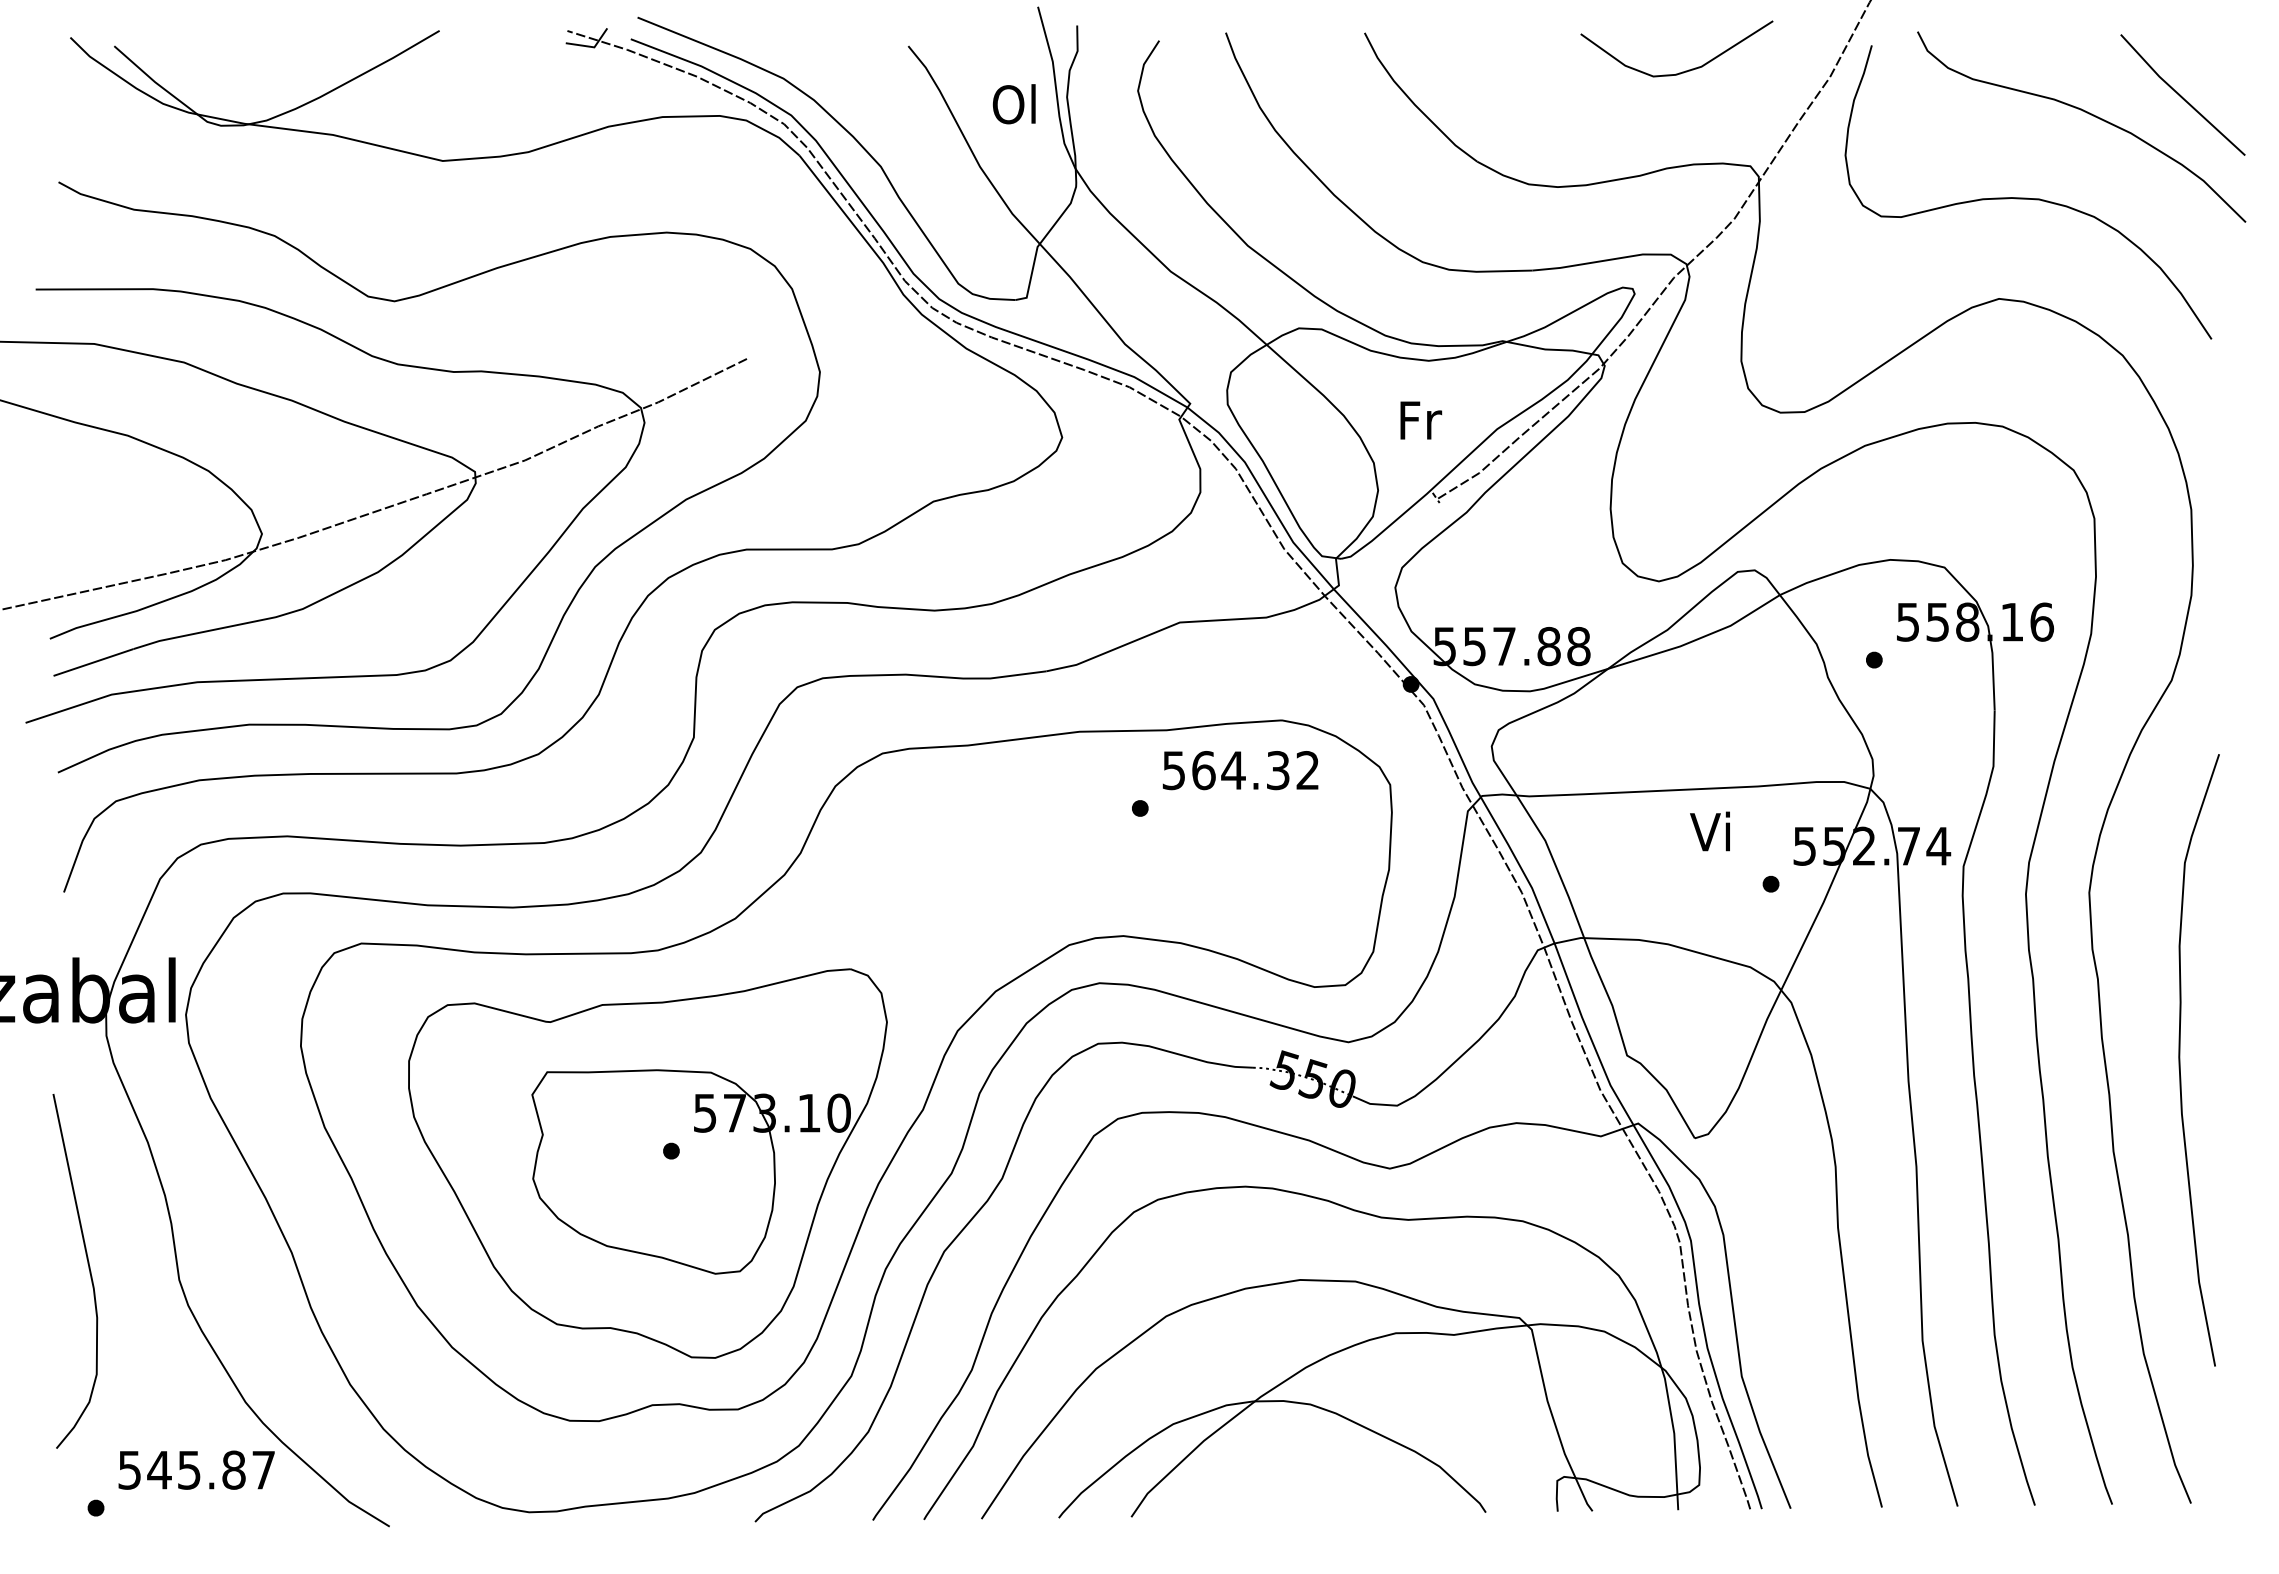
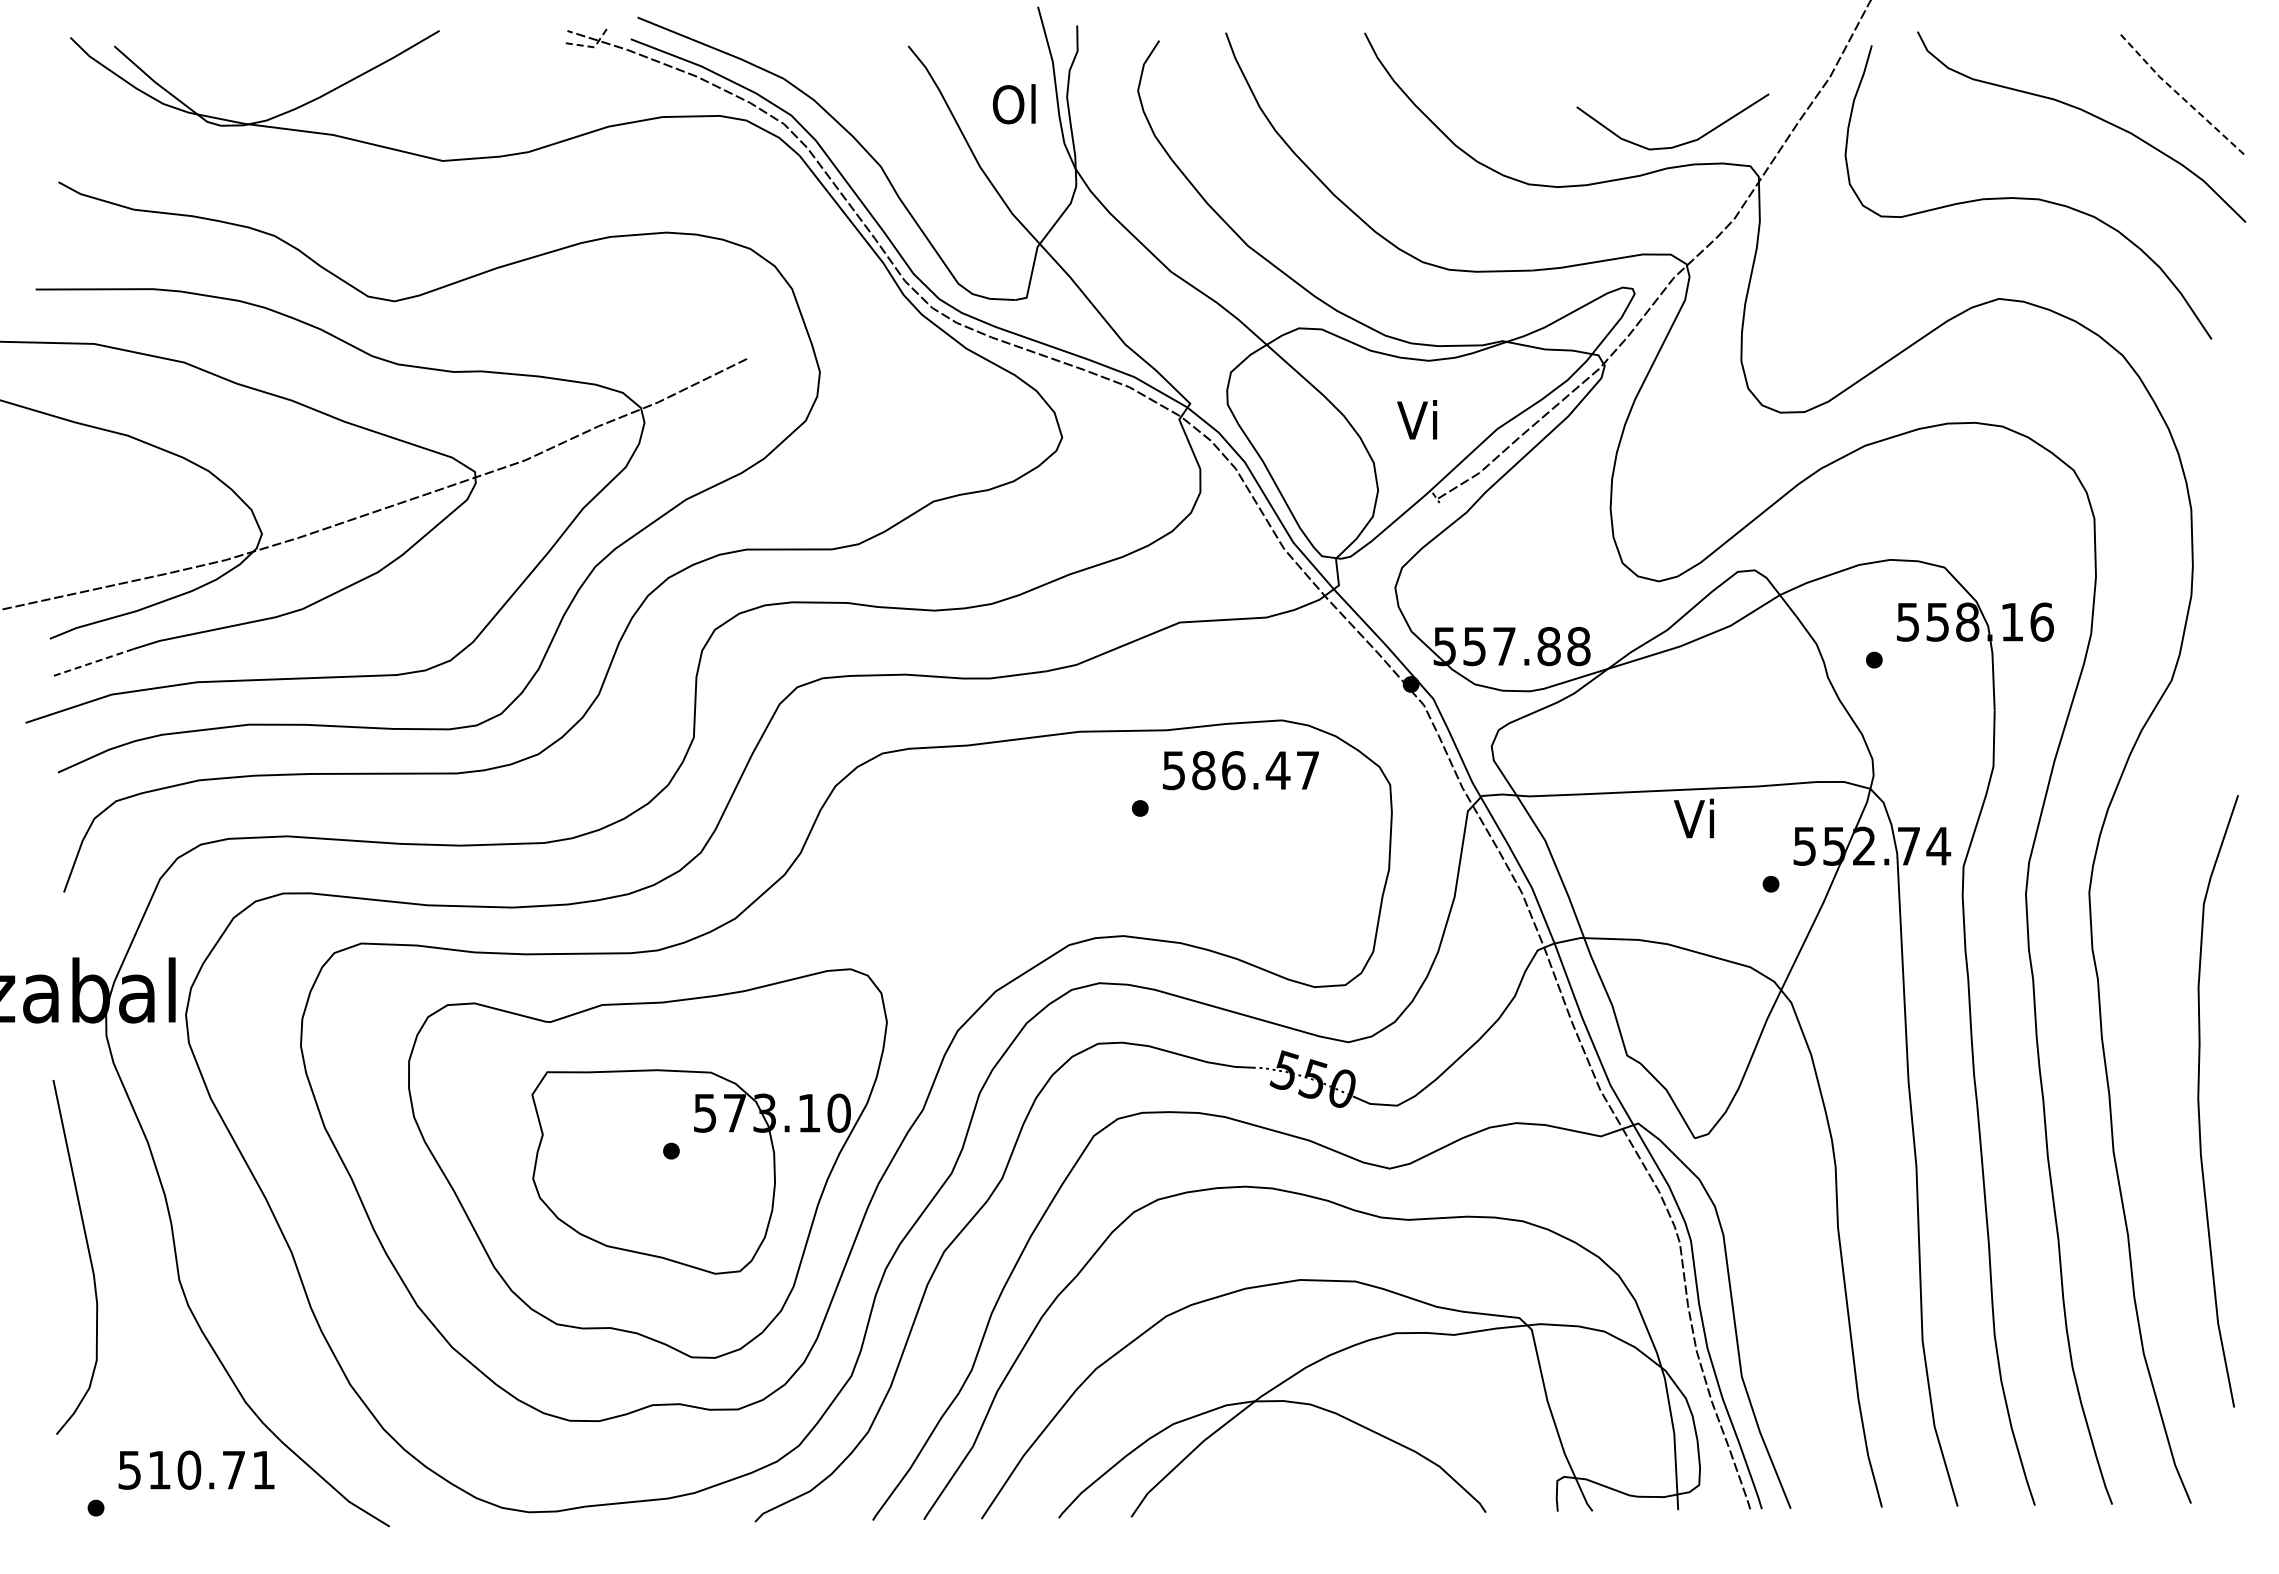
line at (592, 47): solid -> dashed
curve at (1685, 70) position: (1685, 70) -> (1681, 143)
line at (2180, 96): solid -> dashed
text at (1419, 419): Fr -> Vi
line at (93, 662): solid -> dashed
text at (1255, 770): 564.32 -> 586.47
text at (1709, 831) position: (1709, 831) -> (1693, 818)
curve at (2180, 1060) position: (2180, 1060) -> (2199, 1101)
curve at (88, 1268) position: (88, 1268) -> (88, 1254)
text at (210, 1469): 545.87 -> 510.71
